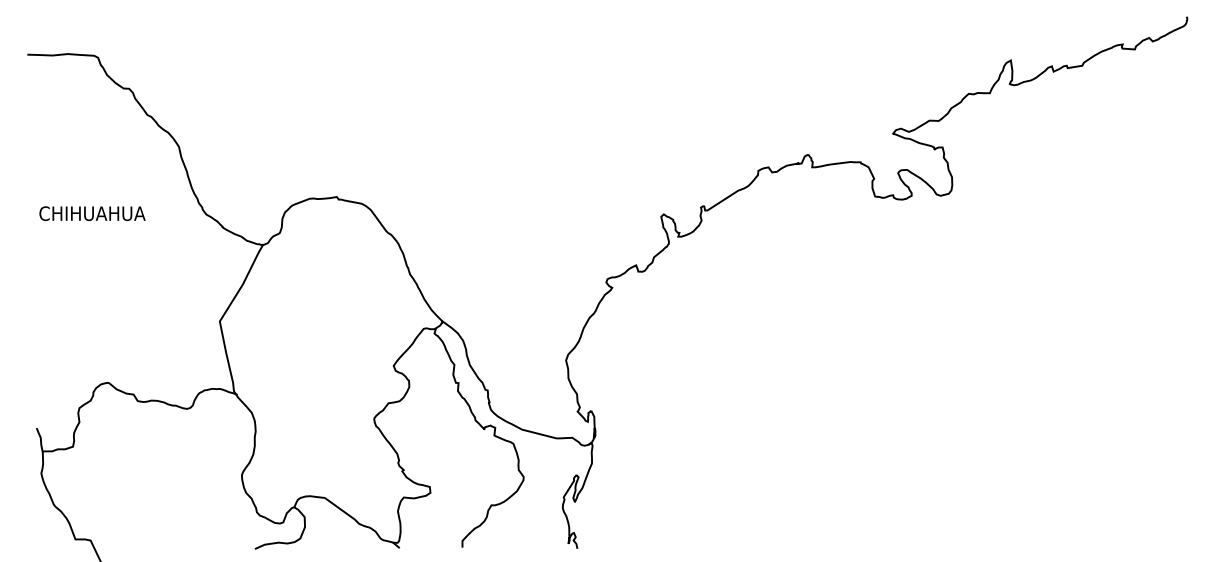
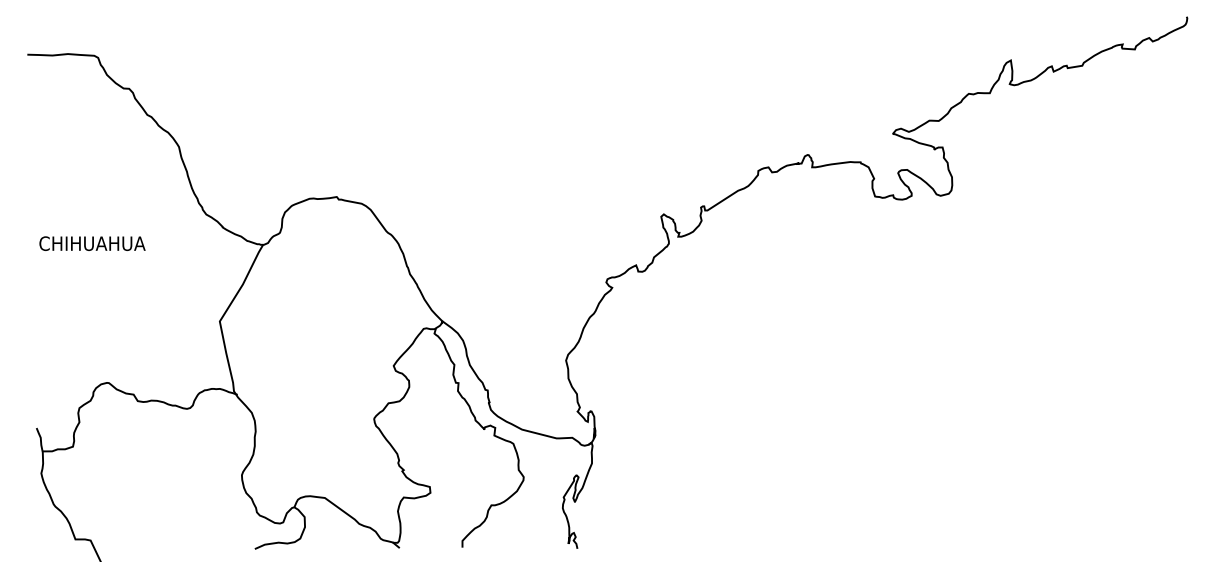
text at (92, 213) position: (92, 213) -> (92, 243)
